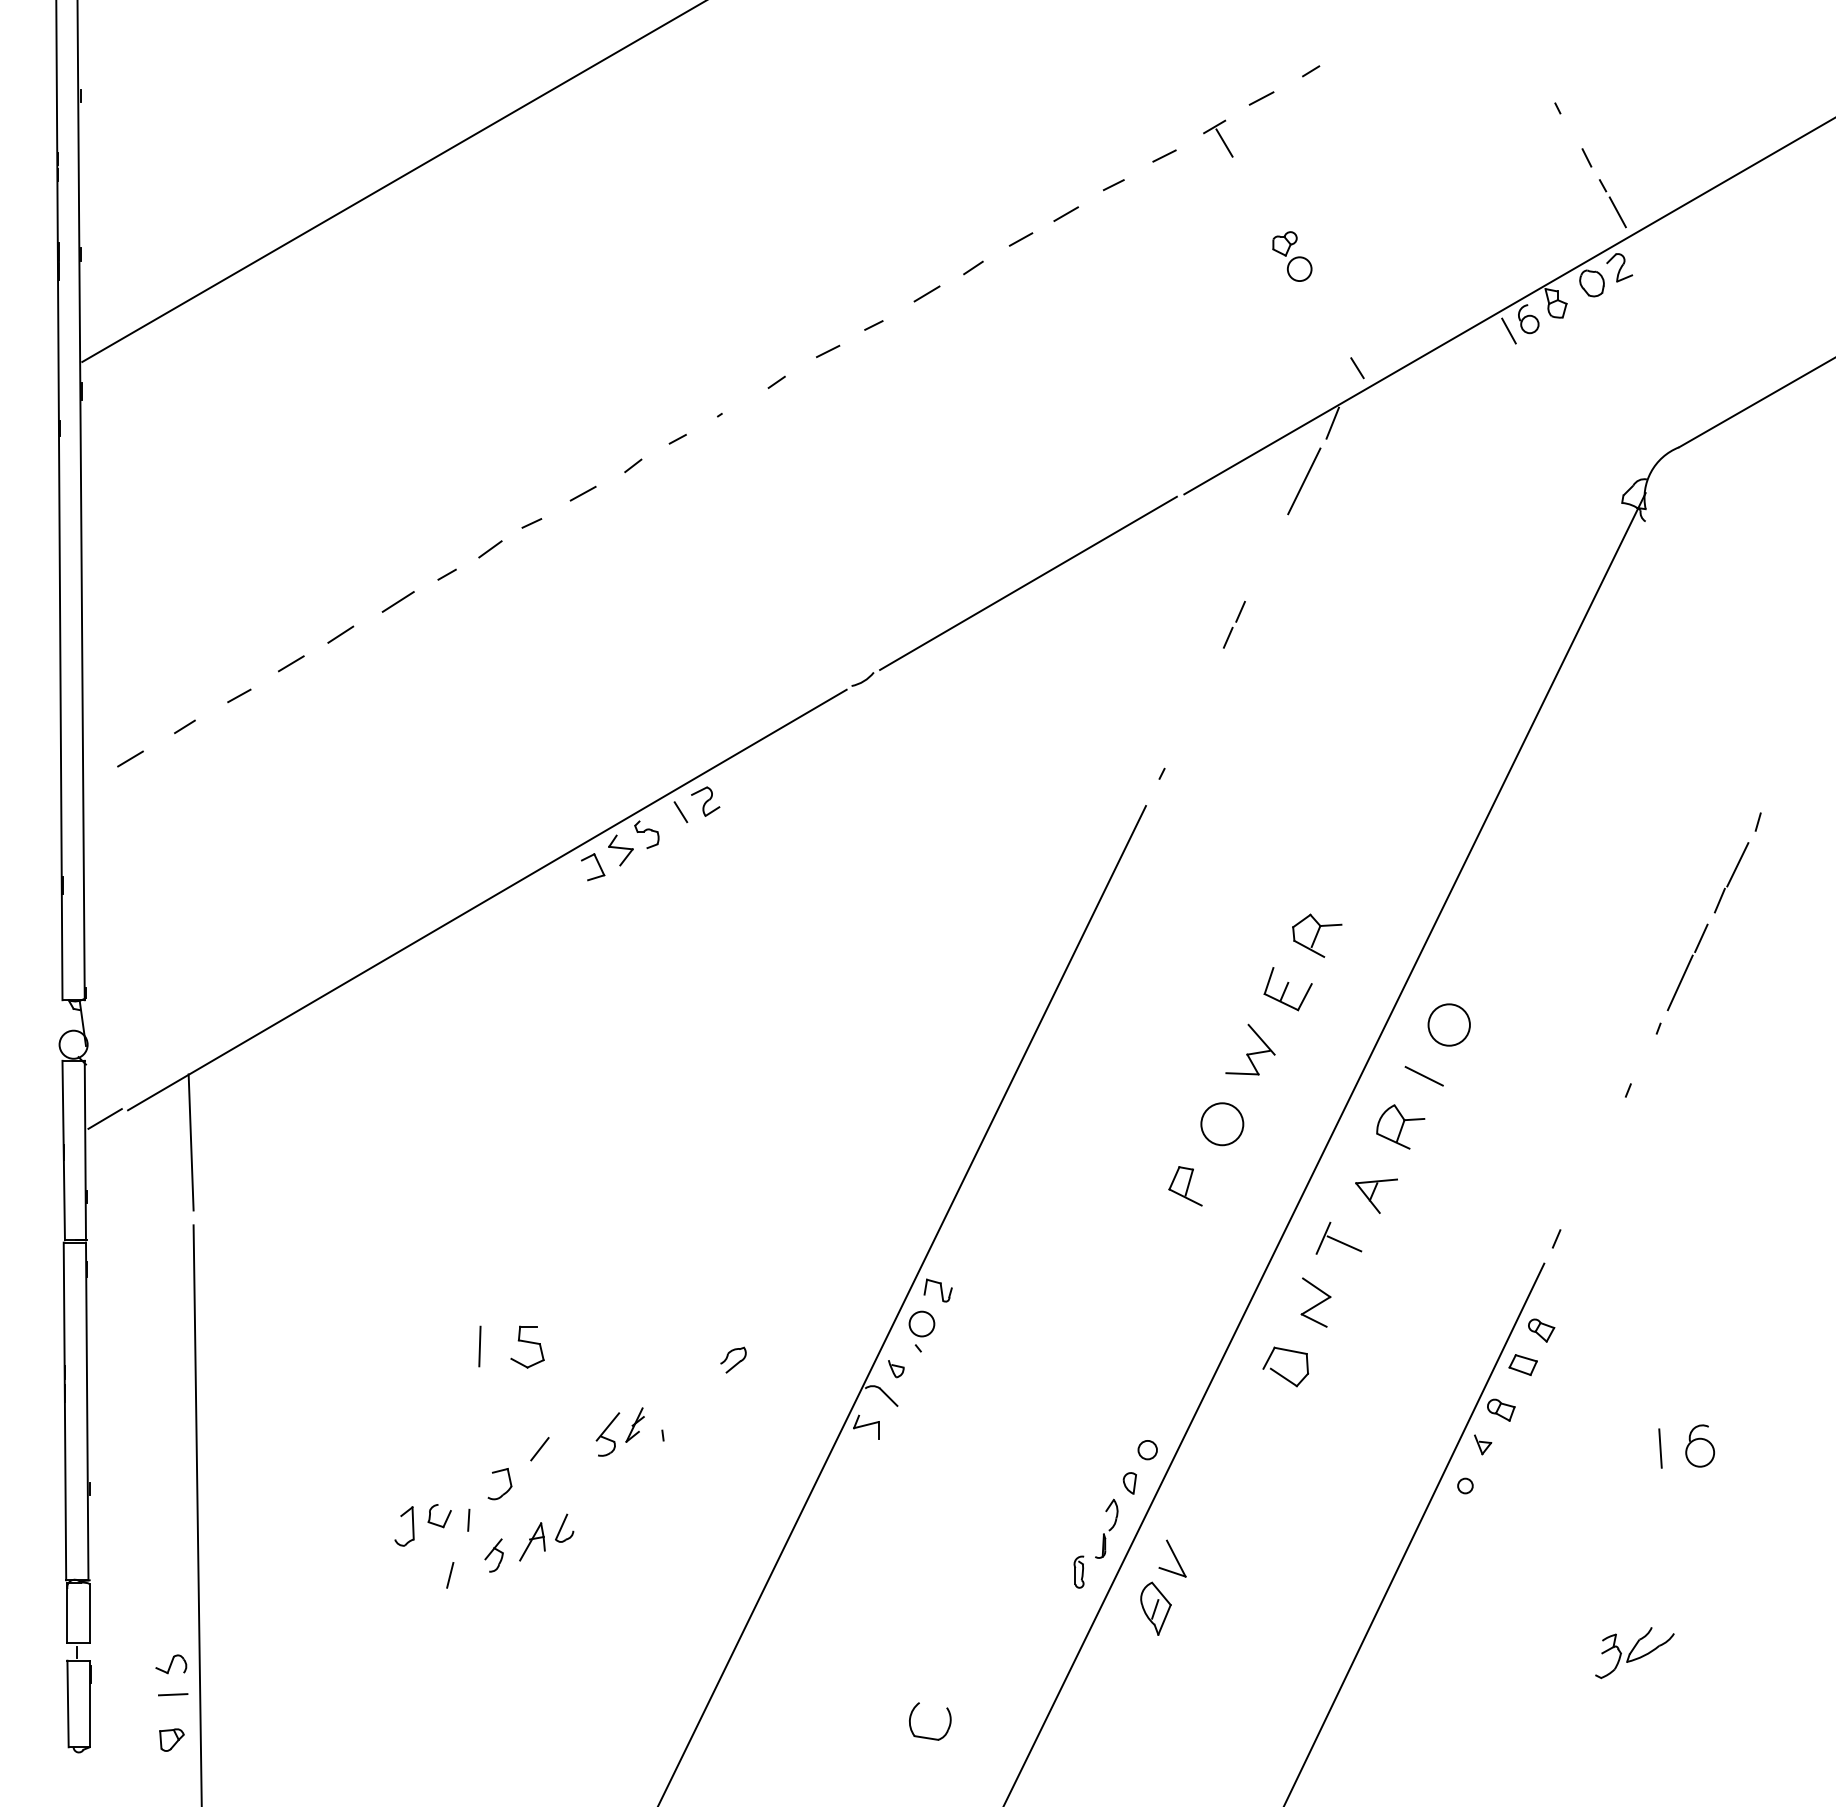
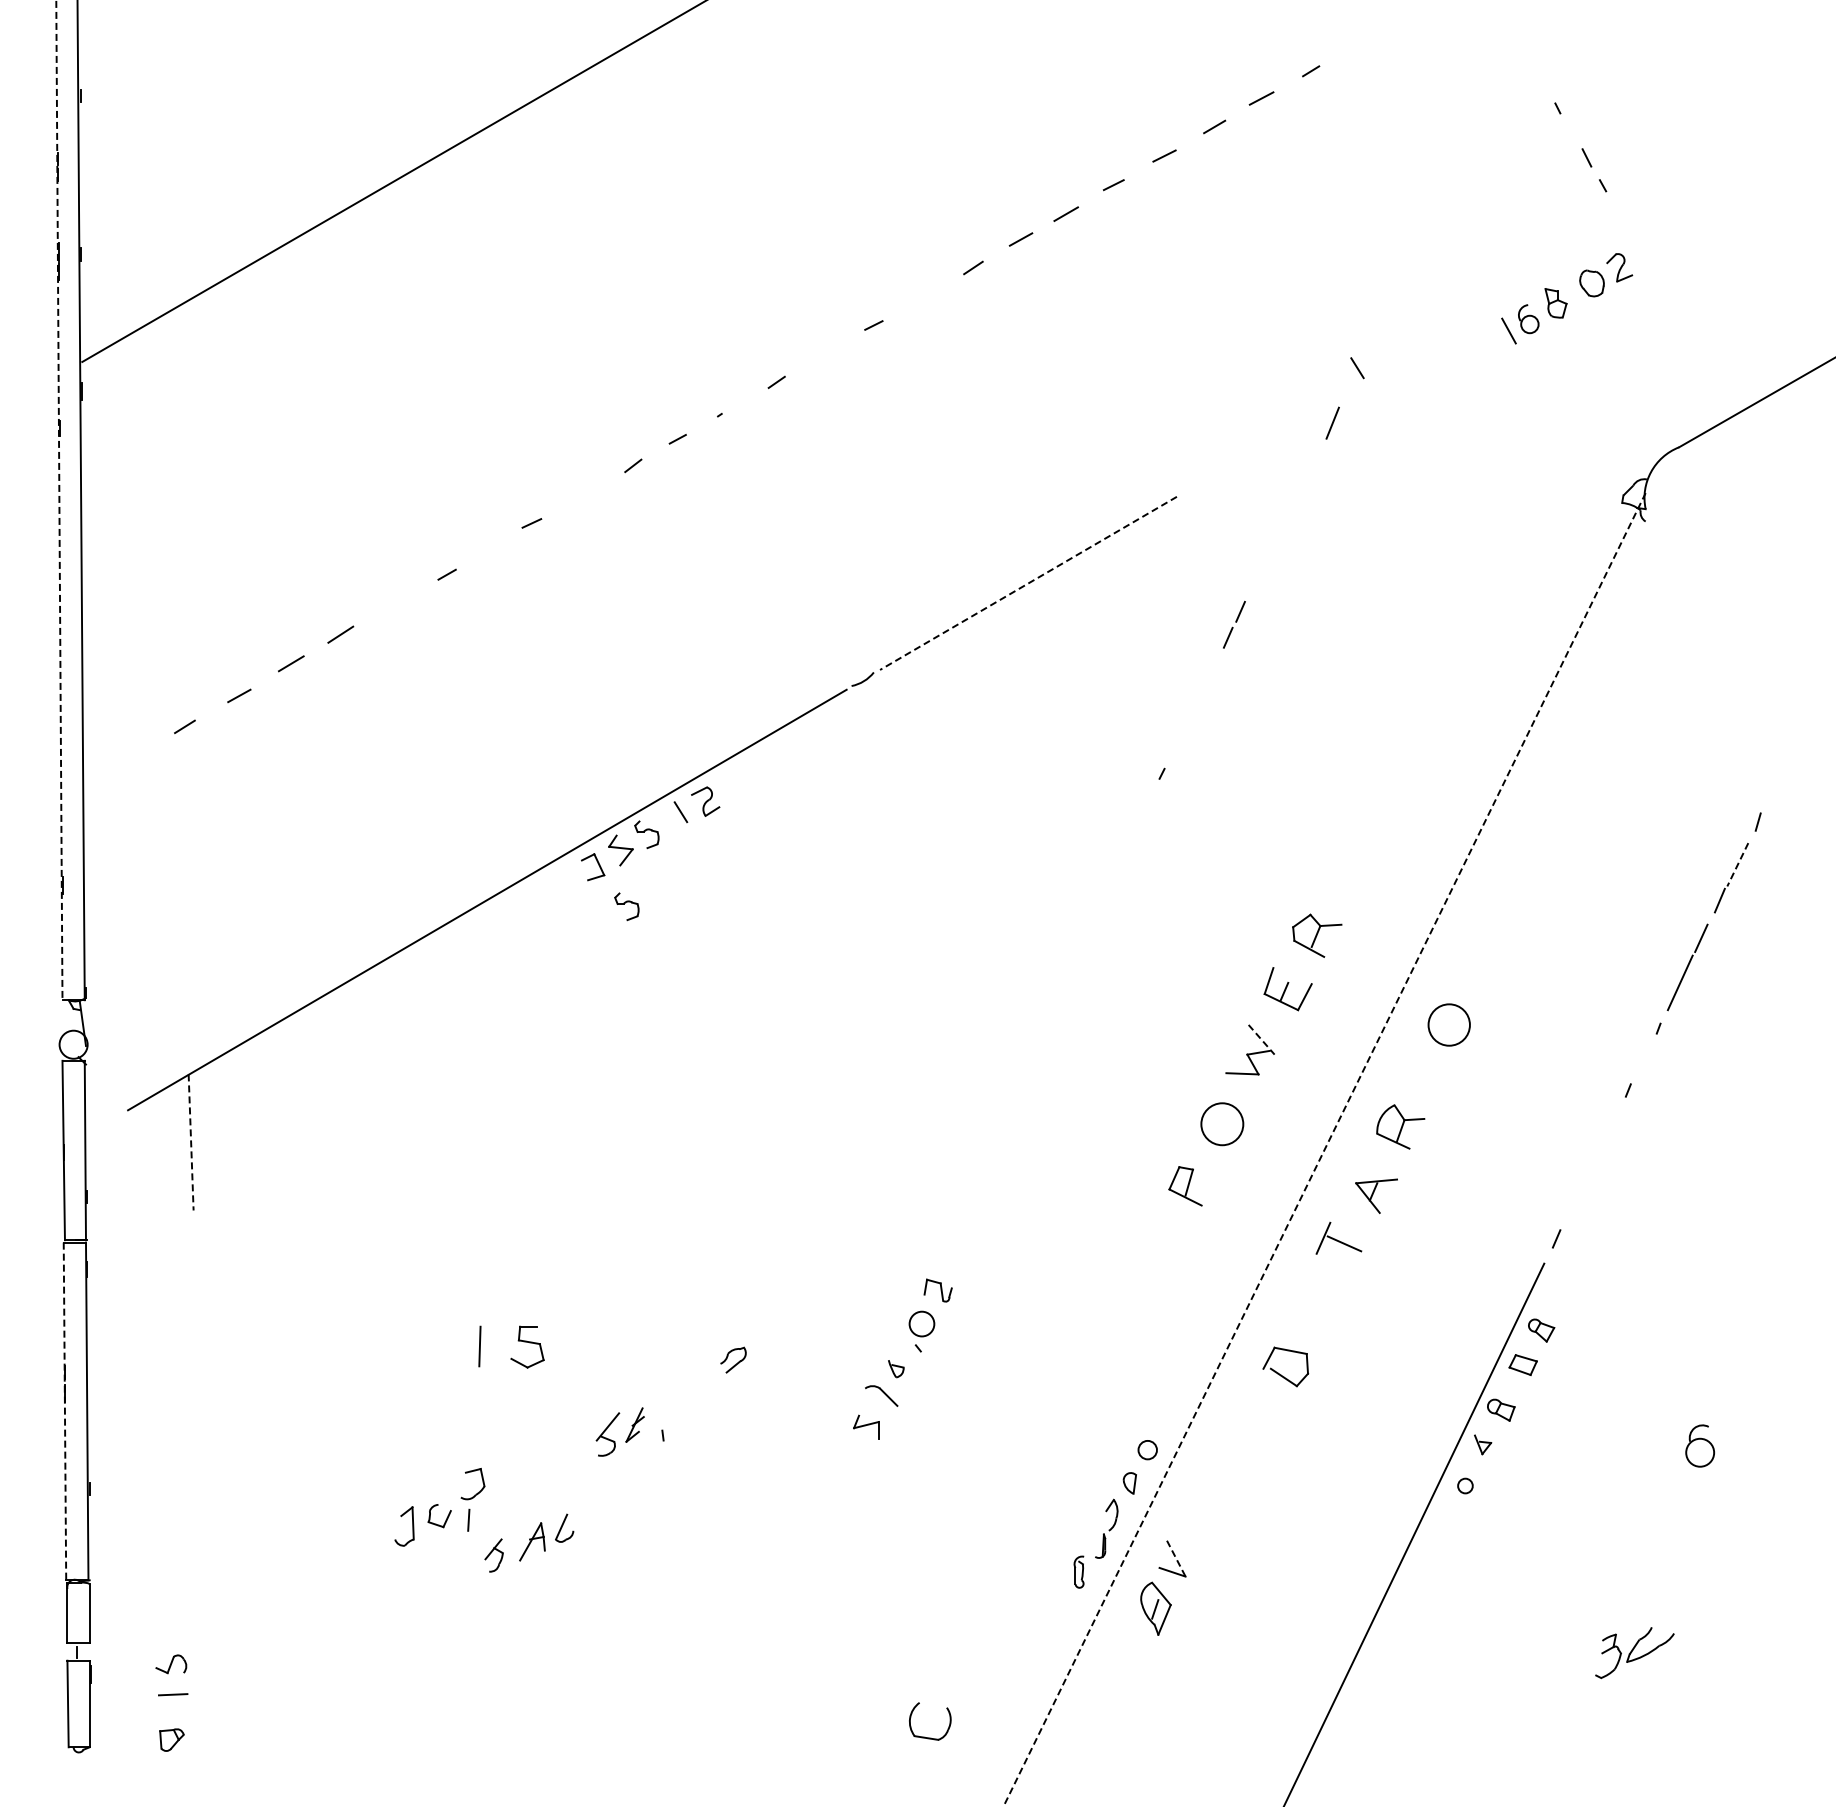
line at (1224, 142): present -> none
line at (1617, 212): present -> none
part at (1292, 256): present -> none
line at (926, 293): present -> none
line at (1508, 306): present -> none
line at (828, 351): present -> none
line at (1304, 481): present -> none
line at (582, 493): present -> none
line at (59, 500): solid -> dashed
line at (490, 549): present -> none
line at (1028, 583): solid -> dashed
line at (397, 601): present -> none
line at (130, 758): present -> none
line at (1737, 865): solid -> dashed
part at (626, 906): none -> present
line at (1261, 1039): solid -> dashed
line at (1423, 1076): present -> none
line at (104, 1118): present -> none
line at (191, 1142): solid -> dashed
line at (1324, 1150): solid -> dashed
part at (1315, 1302): present -> none
line at (902, 1304): present -> none
line at (64, 1411): solid -> dashed
line at (1660, 1448): present -> none
line at (539, 1449): present -> none
part at (504, 1492) position: (504, 1492) -> (477, 1492)
line at (197, 1514): present -> none
line at (1176, 1559): solid -> dashed
line at (450, 1574): present -> none
